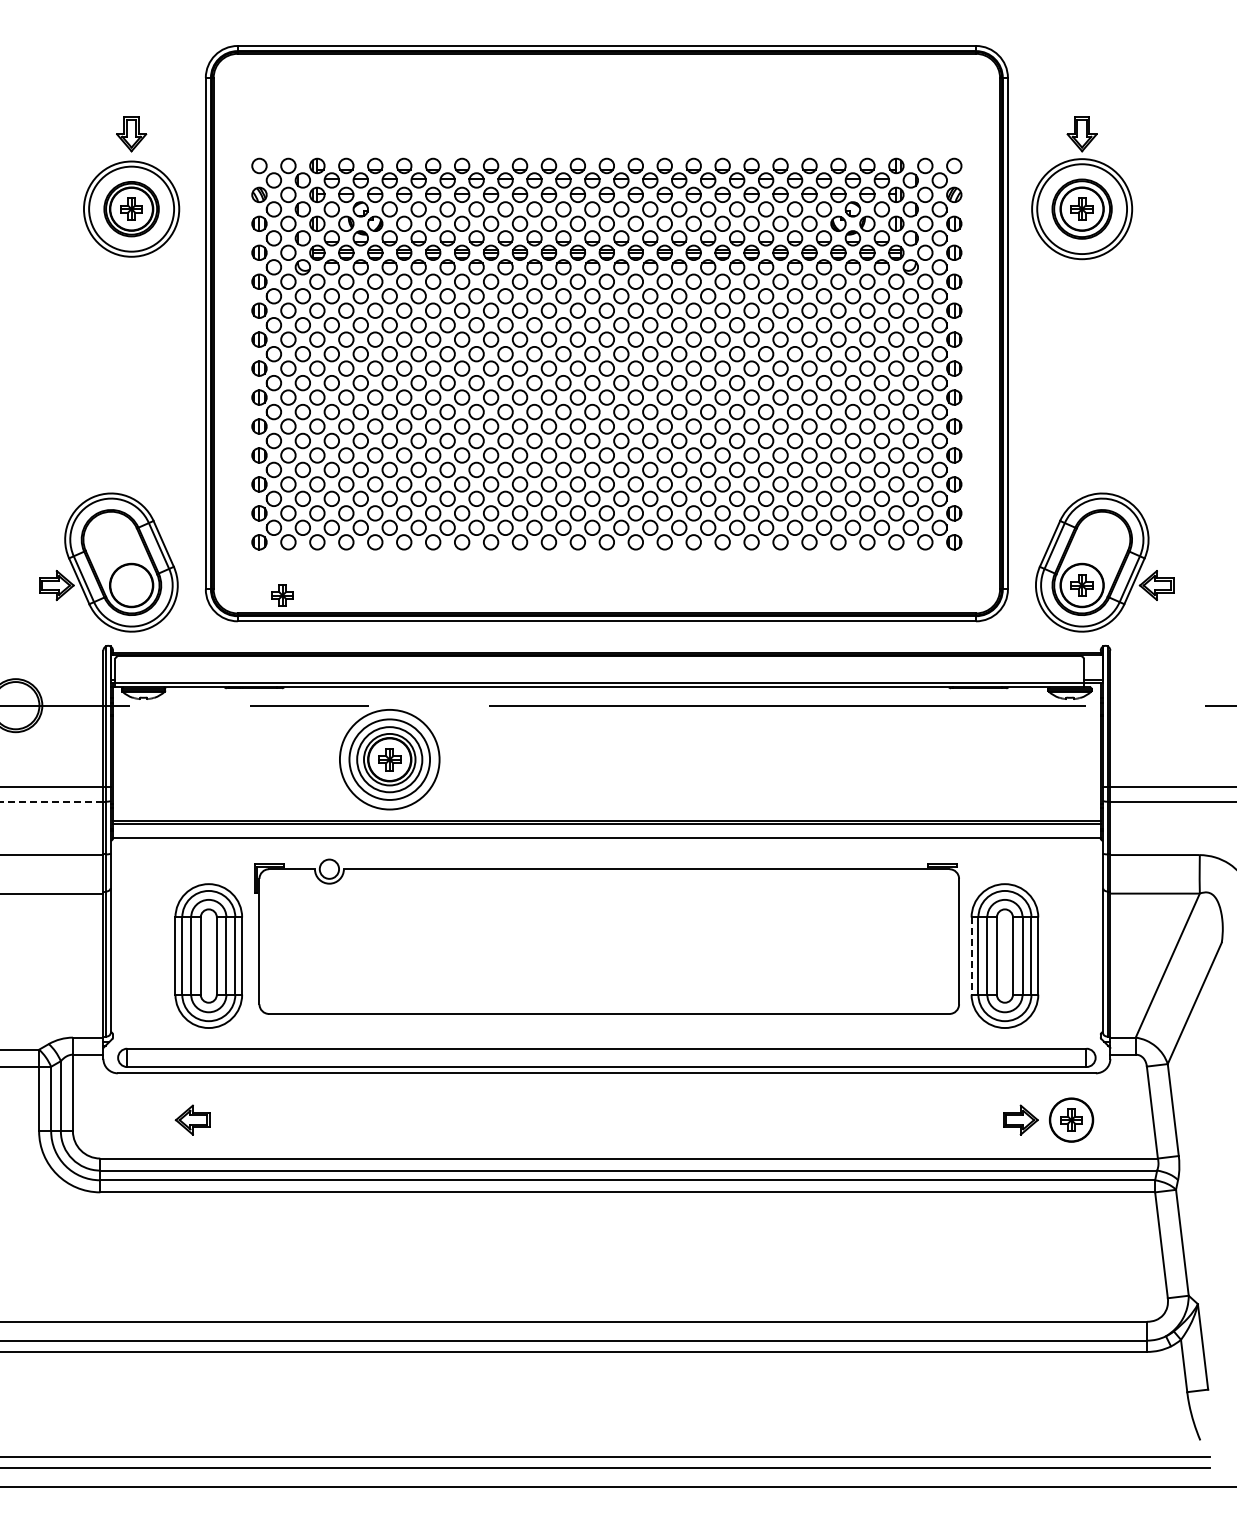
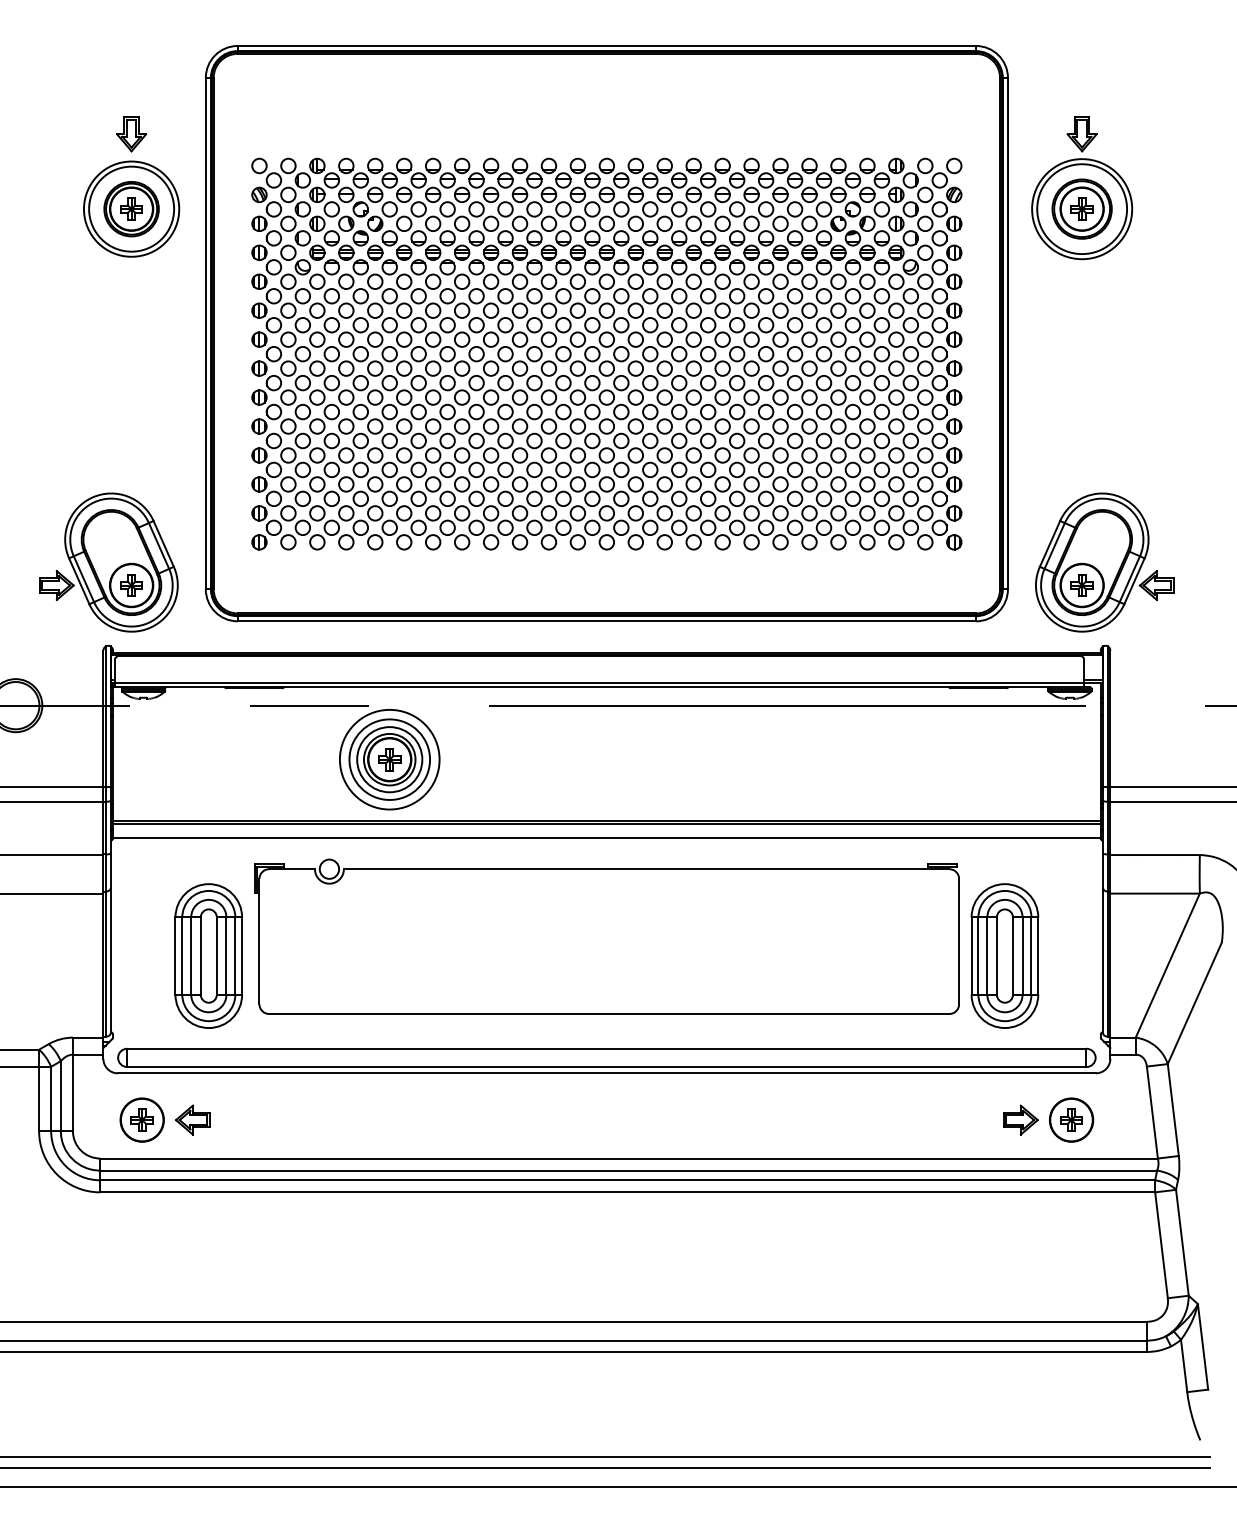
part at (282, 595) position: (282, 595) -> (131, 585)
line at (51, 802): dashed -> solid
line at (971, 956): dashed -> solid
part at (141, 1119): none -> present
